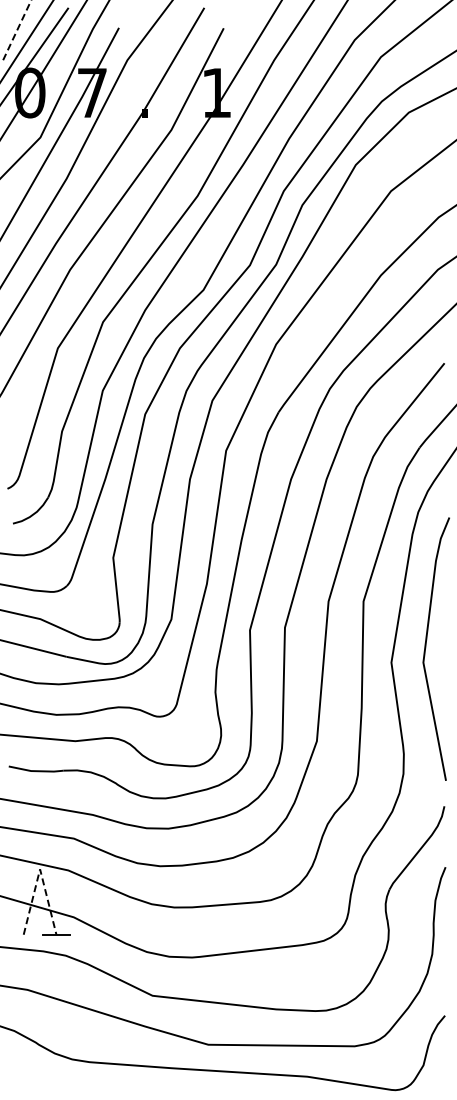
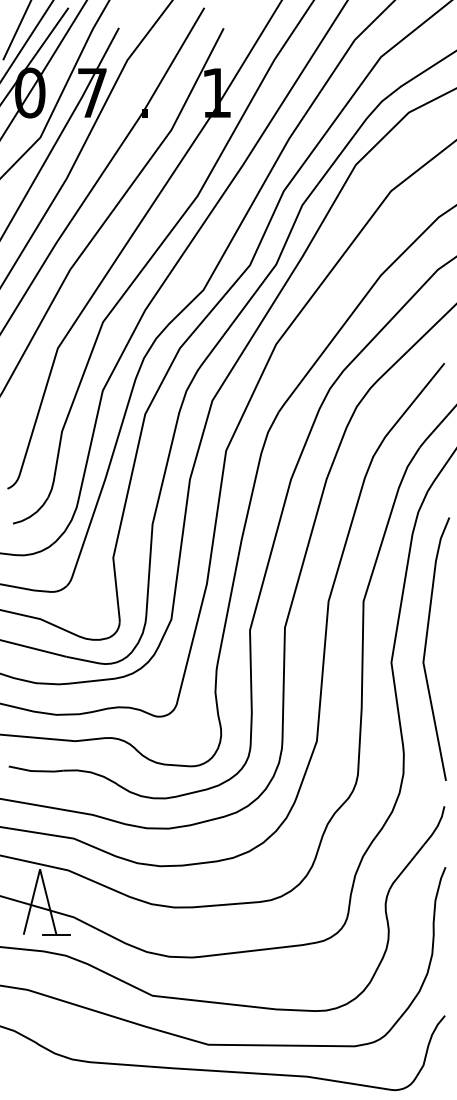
line at (17, 30): dashed -> solid
line at (40, 869): dashed -> solid
